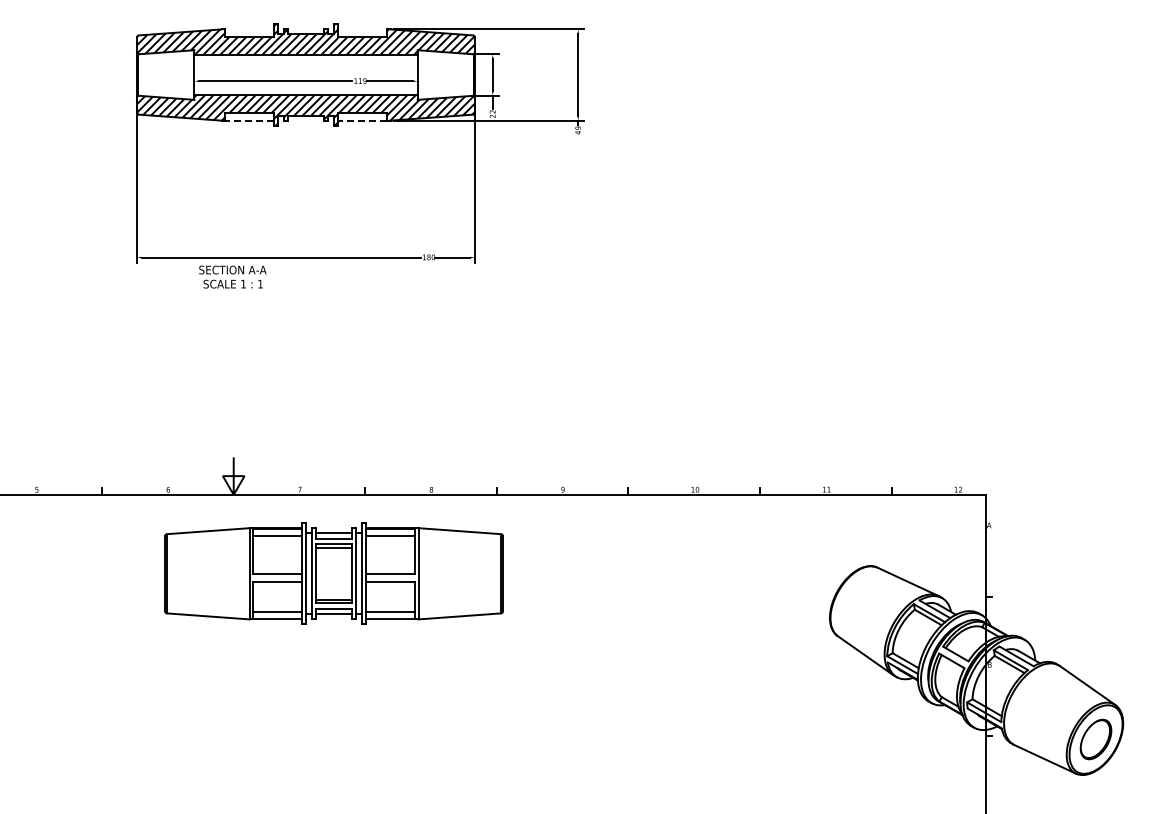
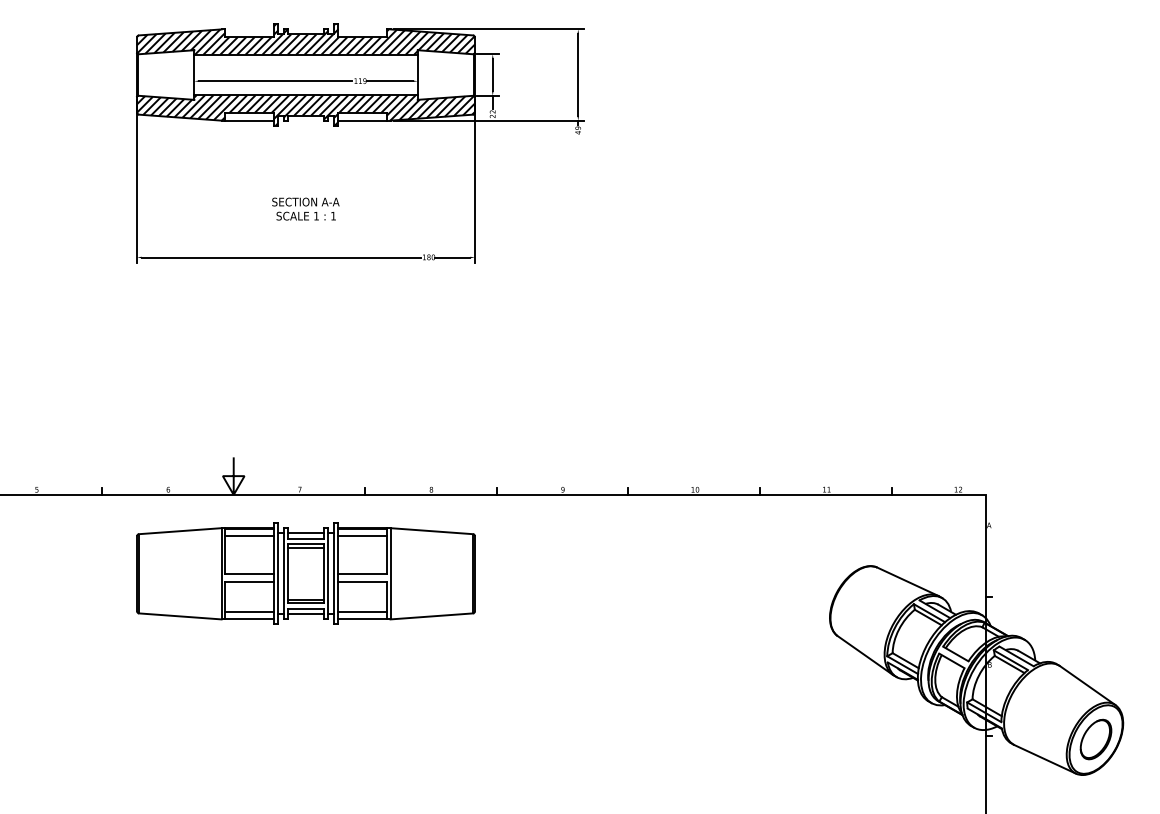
line at (249, 120): dashed -> solid
line at (362, 120): dashed -> solid
text at (232, 276) position: (232, 276) -> (305, 208)
part at (333, 573) position: (333, 573) -> (305, 573)
